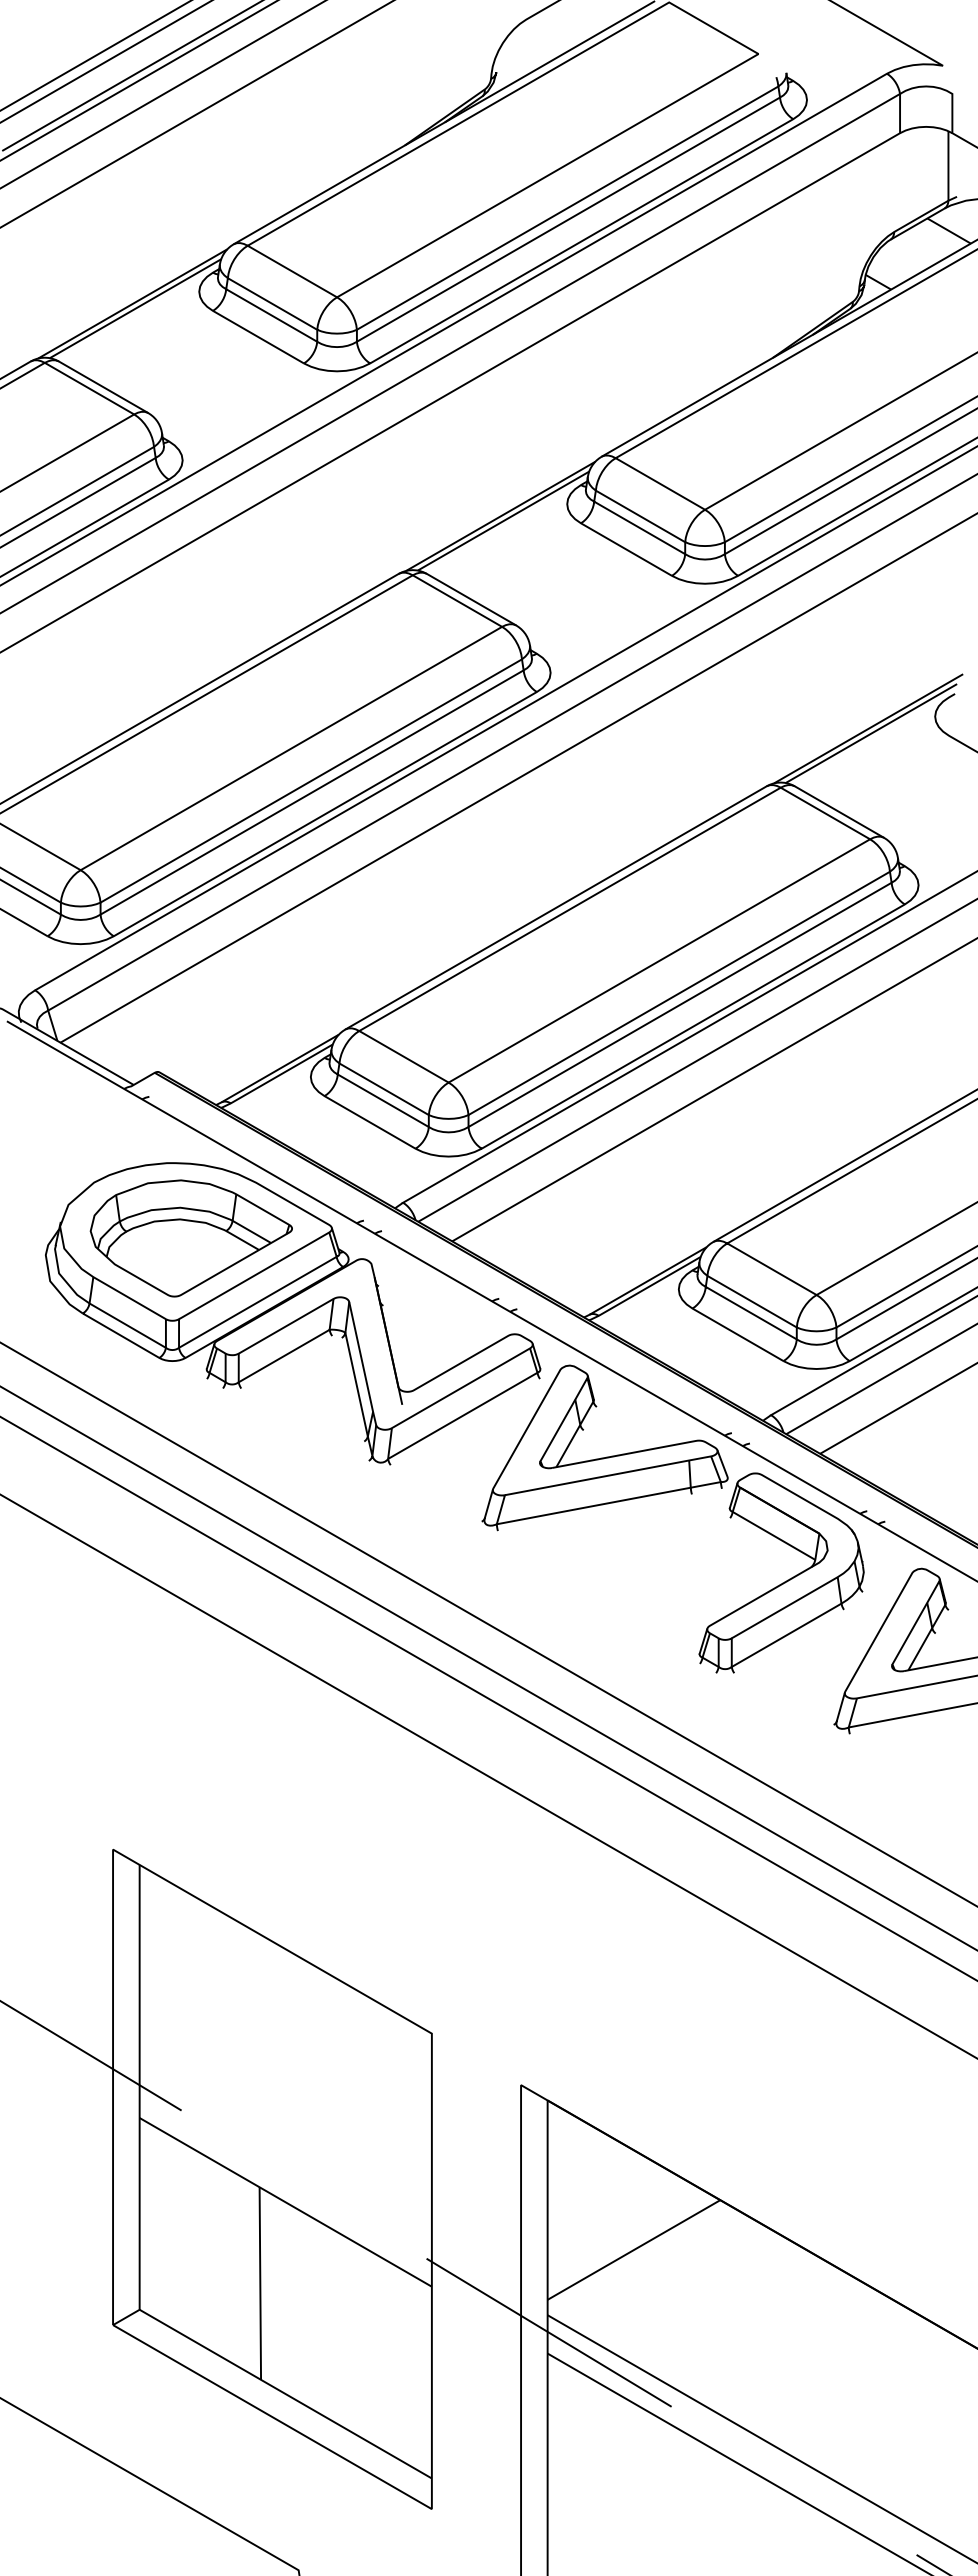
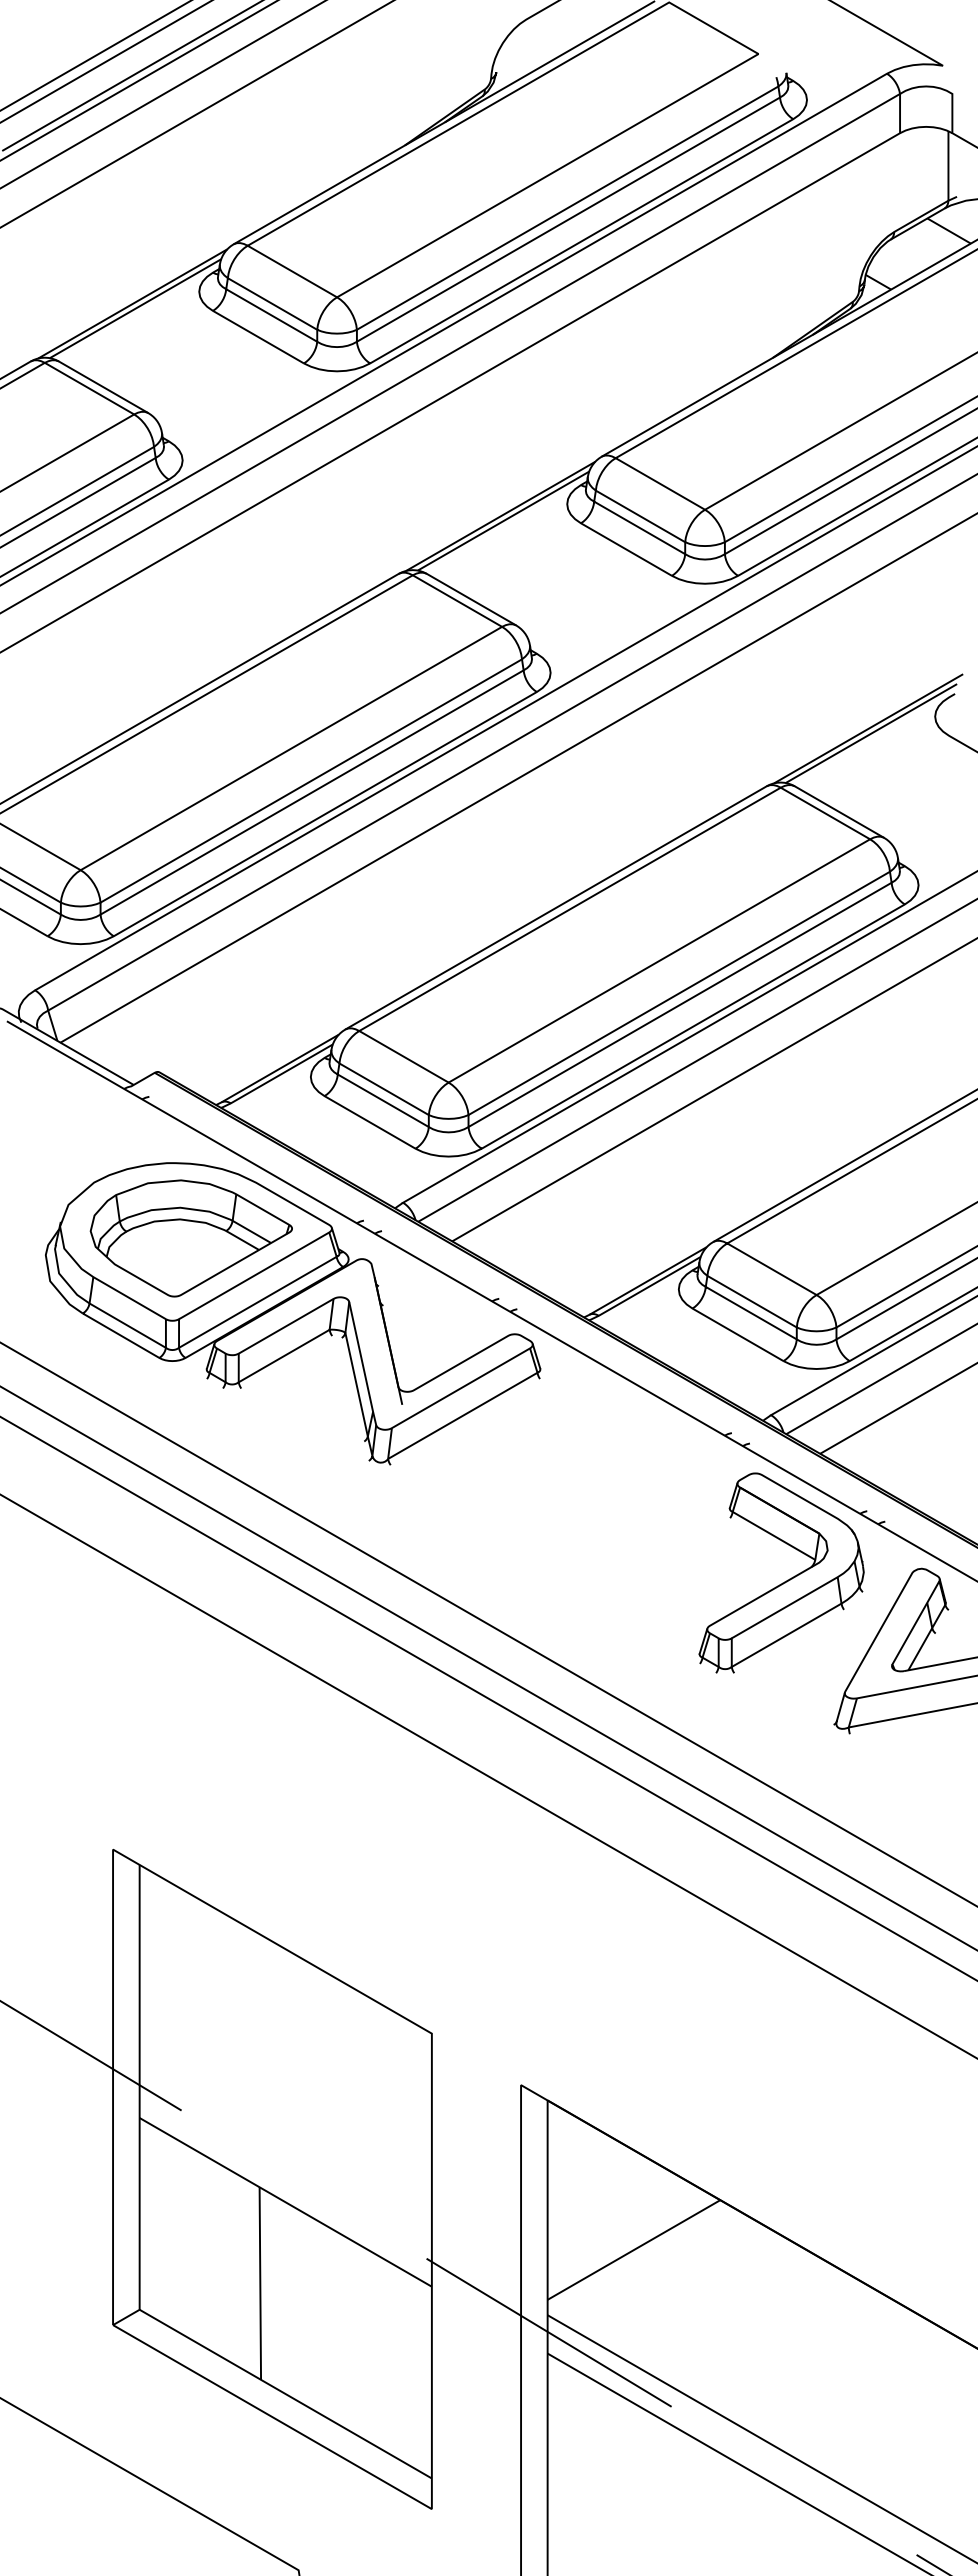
part at (606, 1456): present -> none
